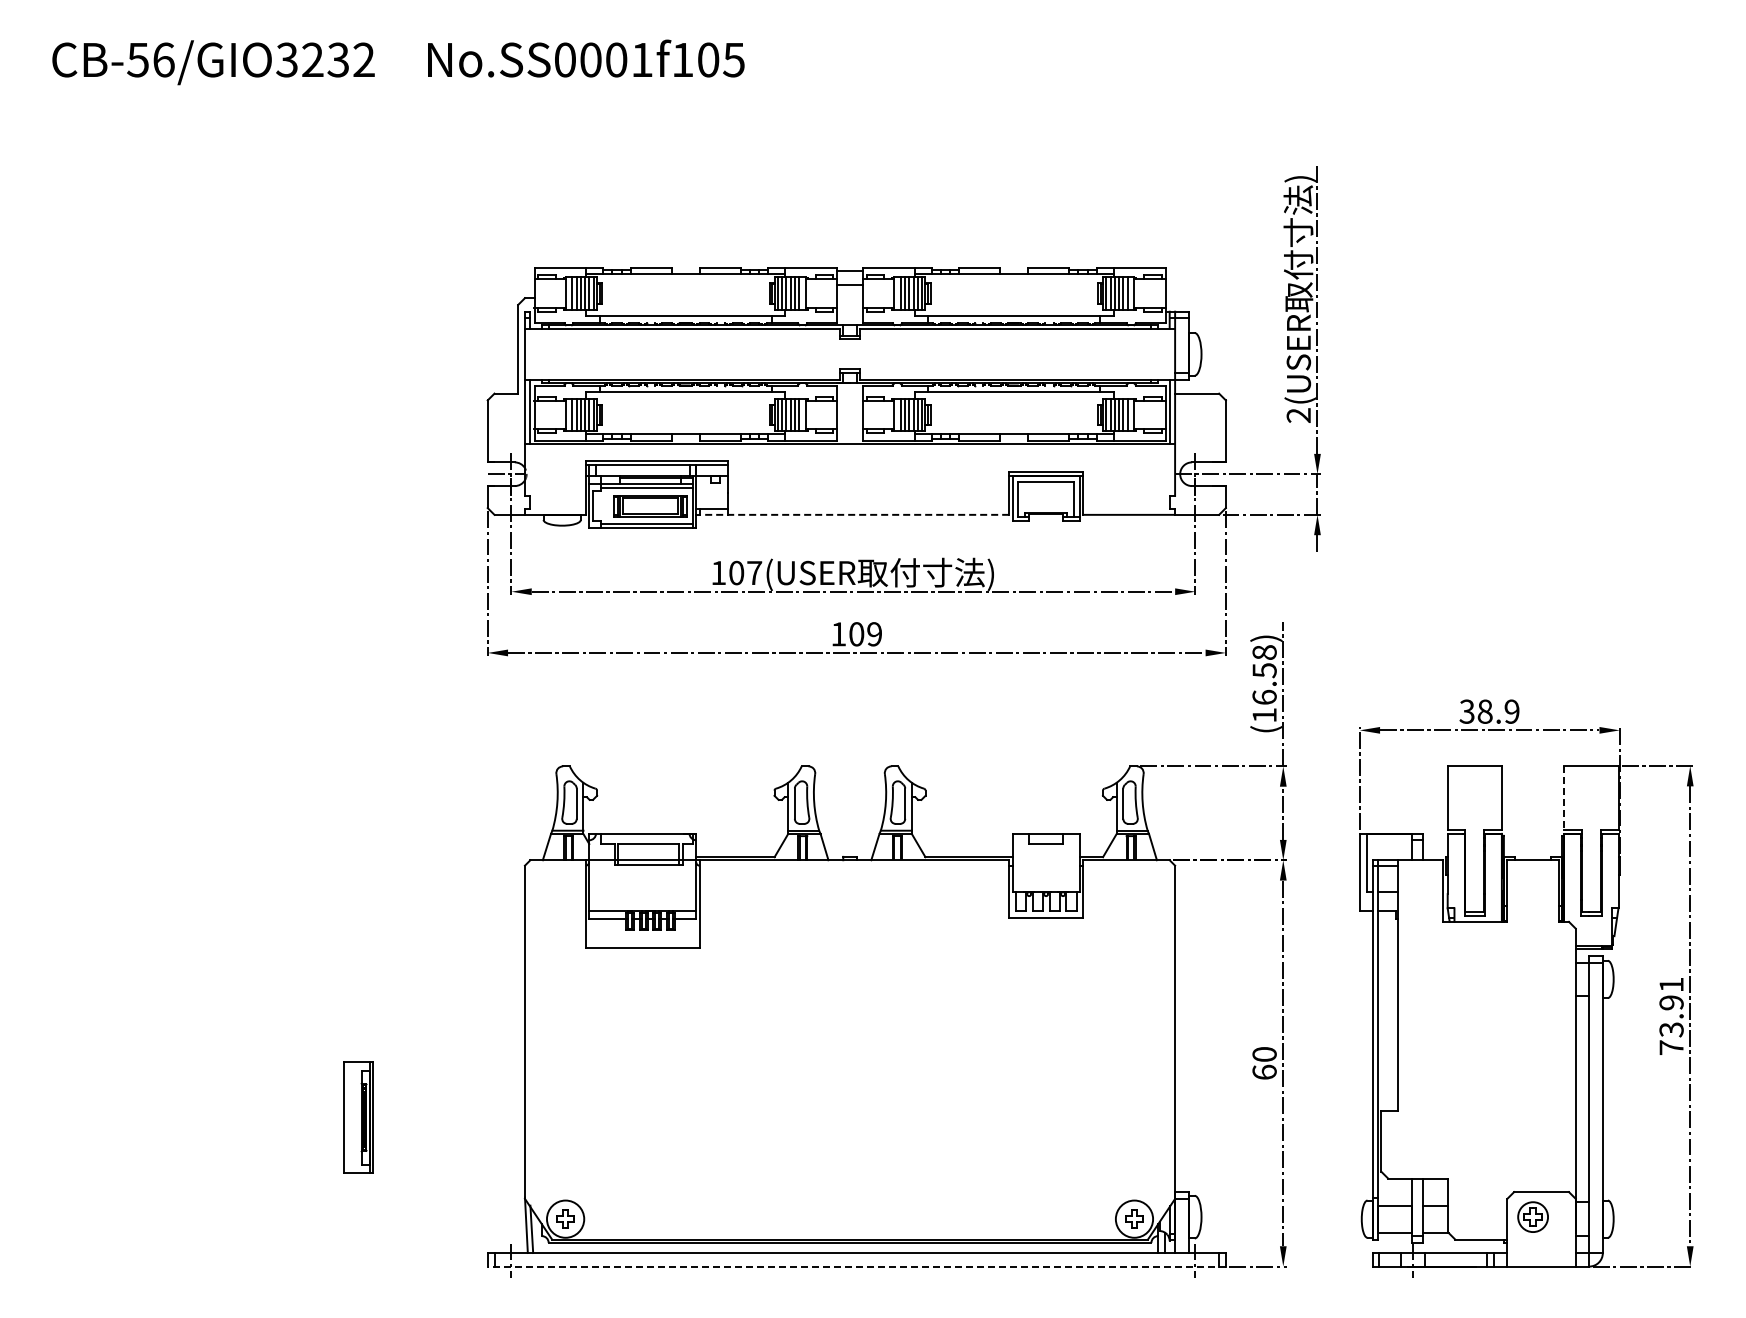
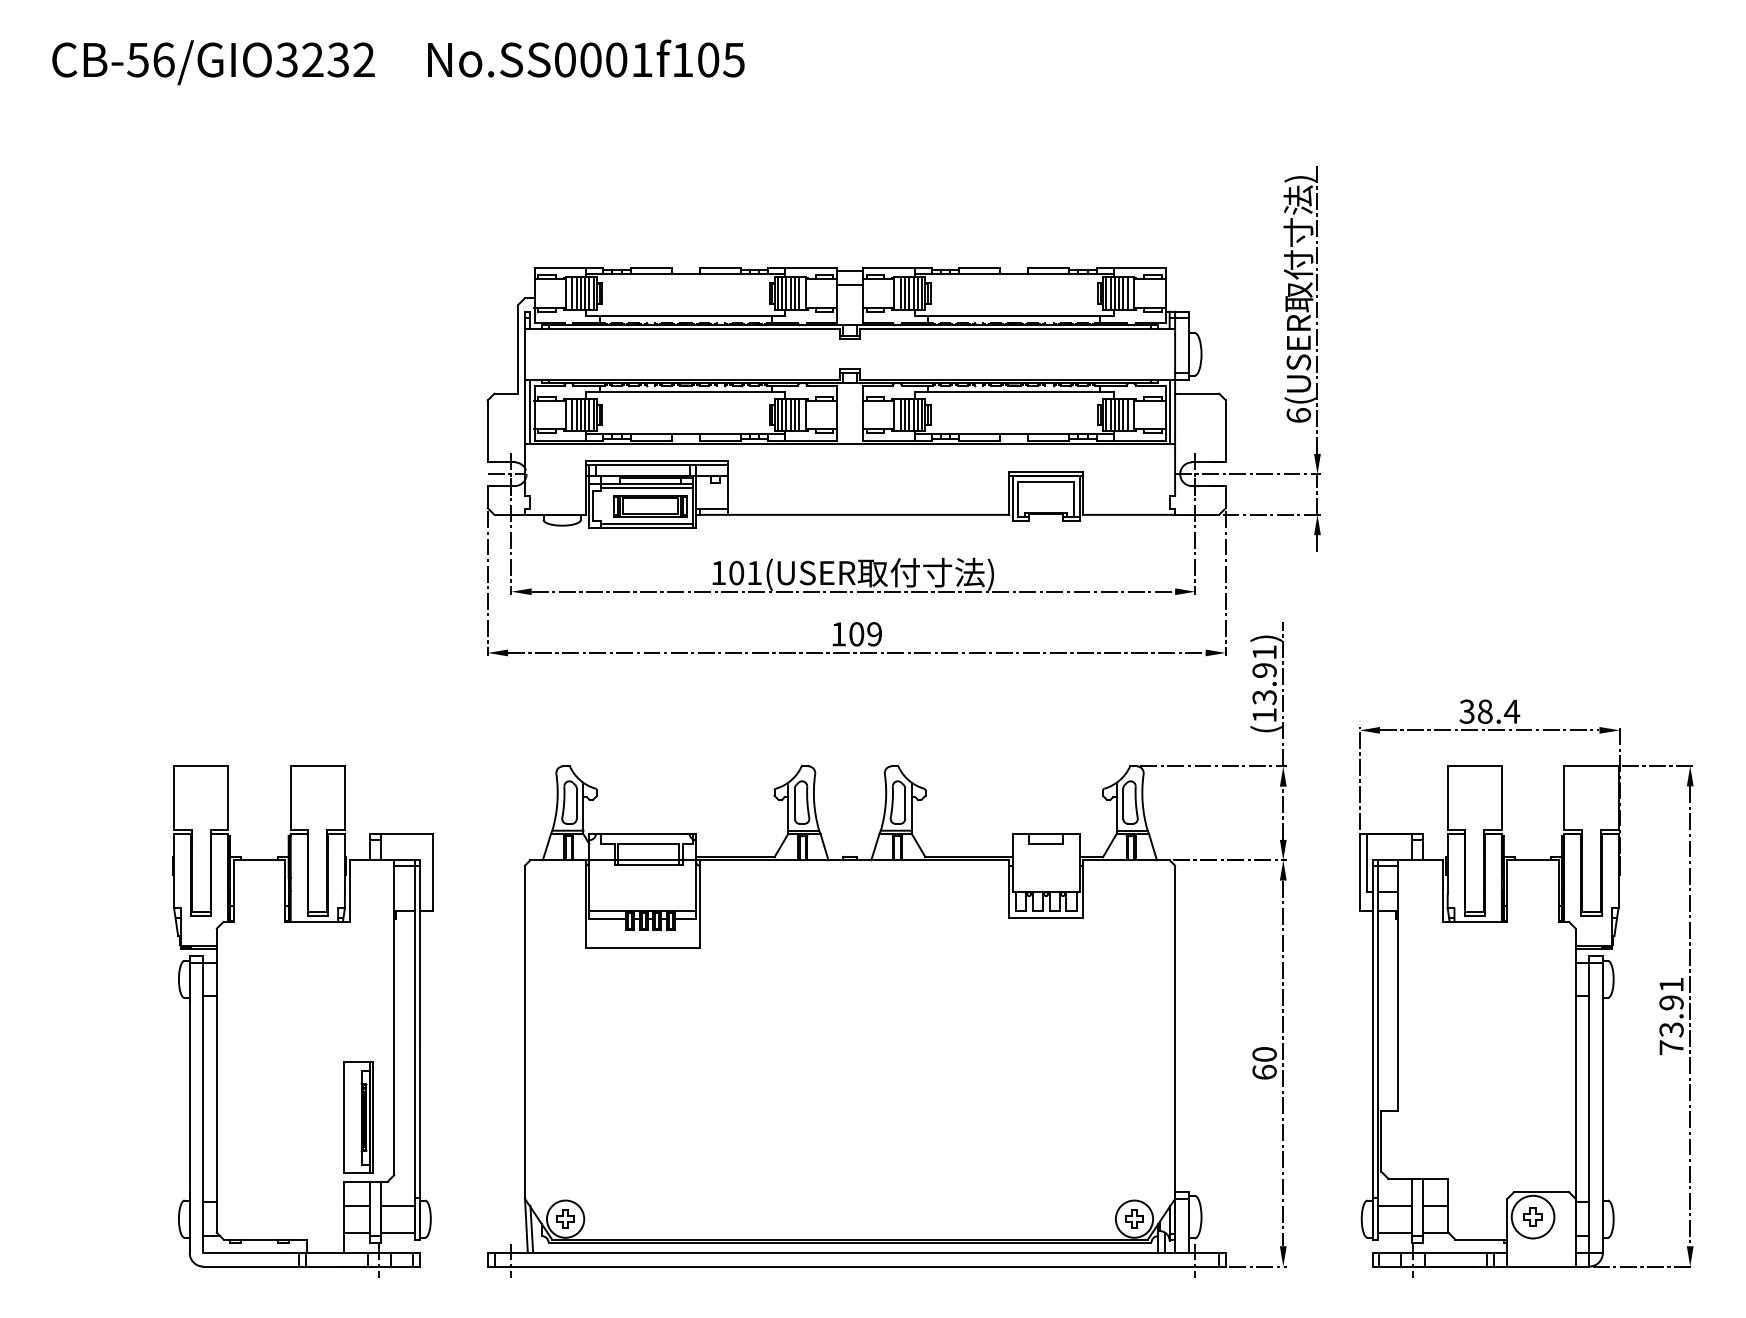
text at (1298, 415): 2(USER -> 6(USER
line at (854, 514): dashed -> solid
text at (754, 572): 107(USER -> 101(USER
text at (1264, 675): (16.58) -> (13.91)
text at (1511, 711): 38.9 -> 38.4
line at (1564, 798): dashed -> solid
part at (302, 1021): none -> present
circle at (1533, 1217) diameter: 30 px -> 43 px
line at (856, 1266): dashed -> solid
